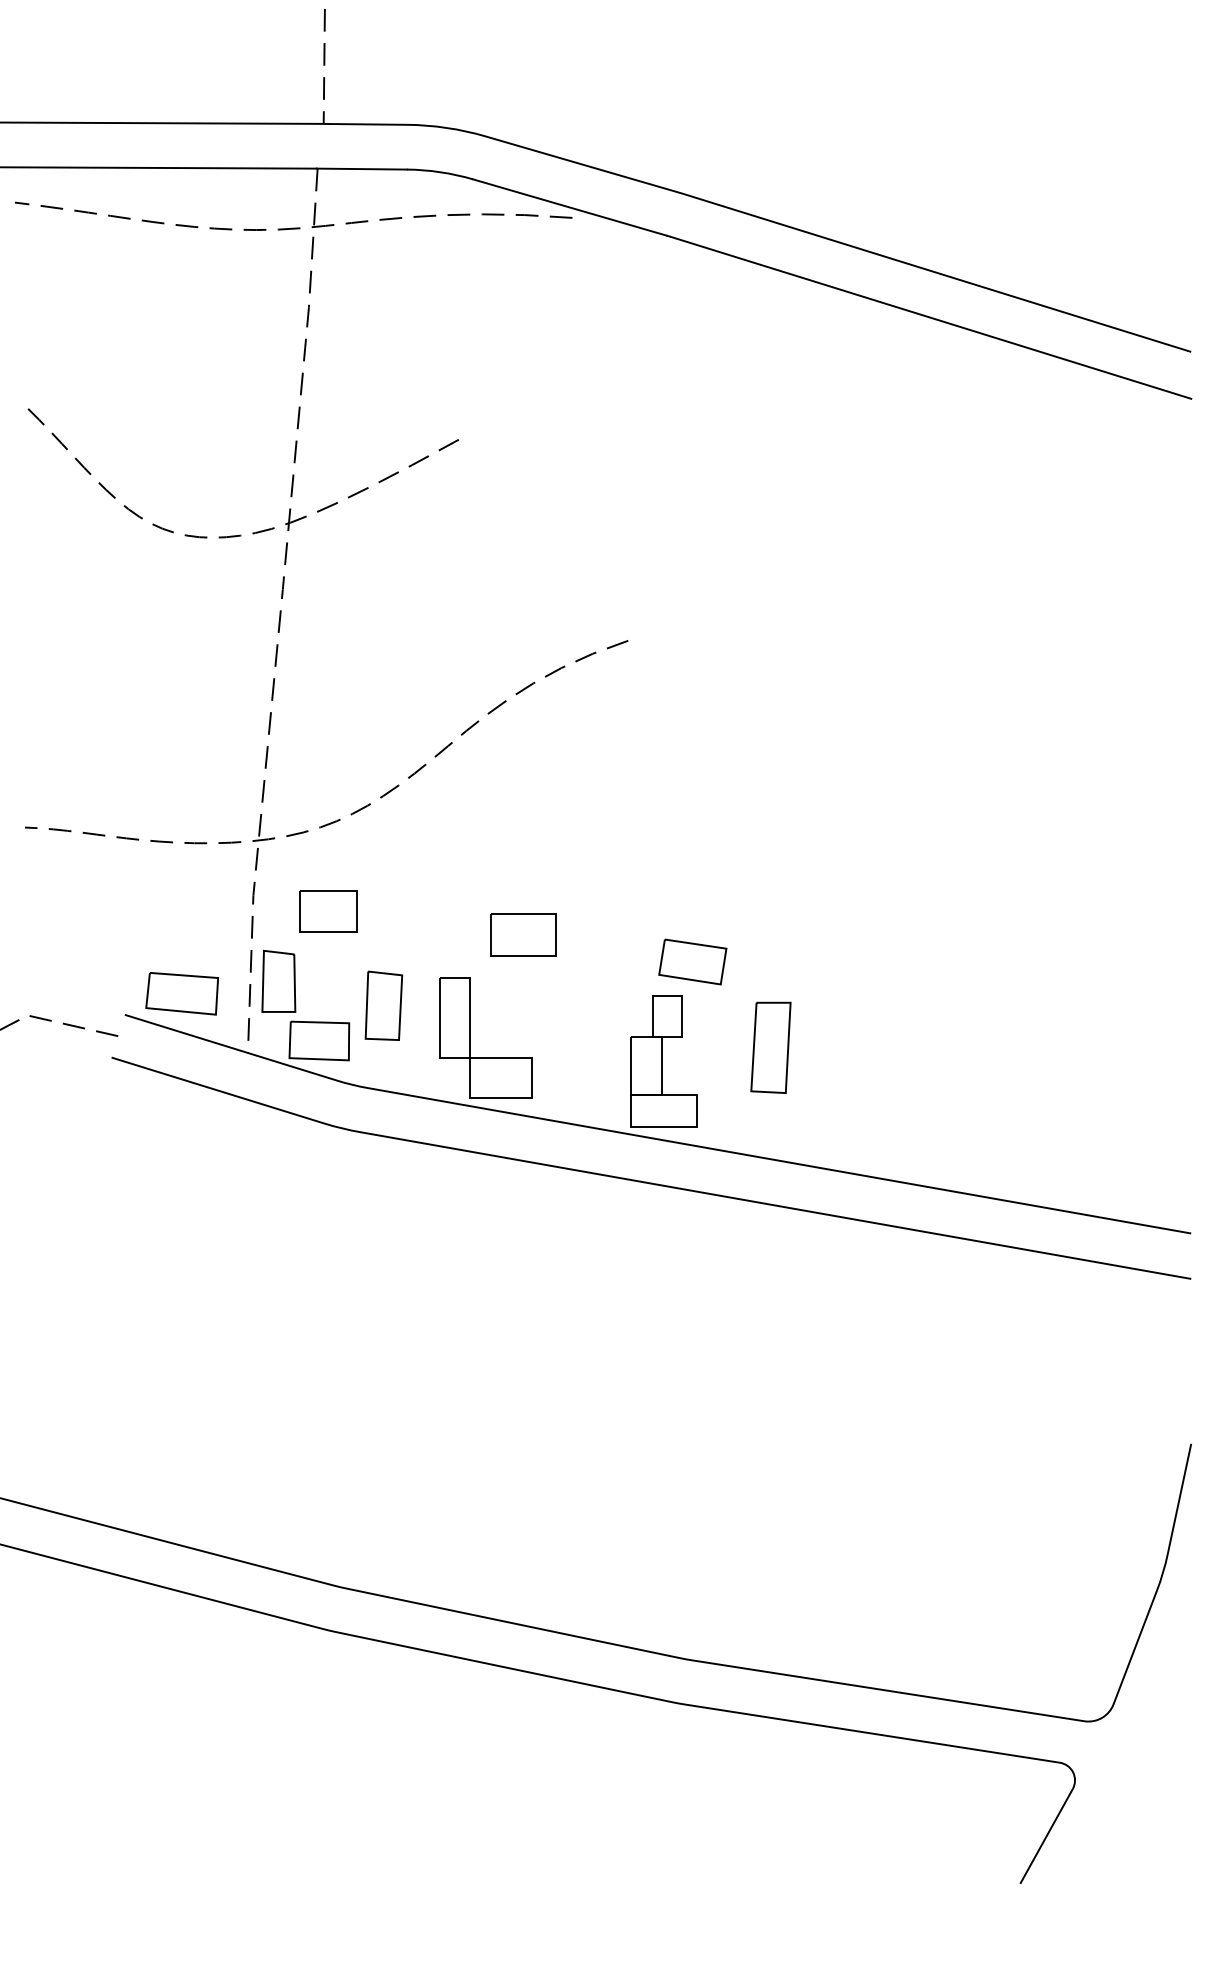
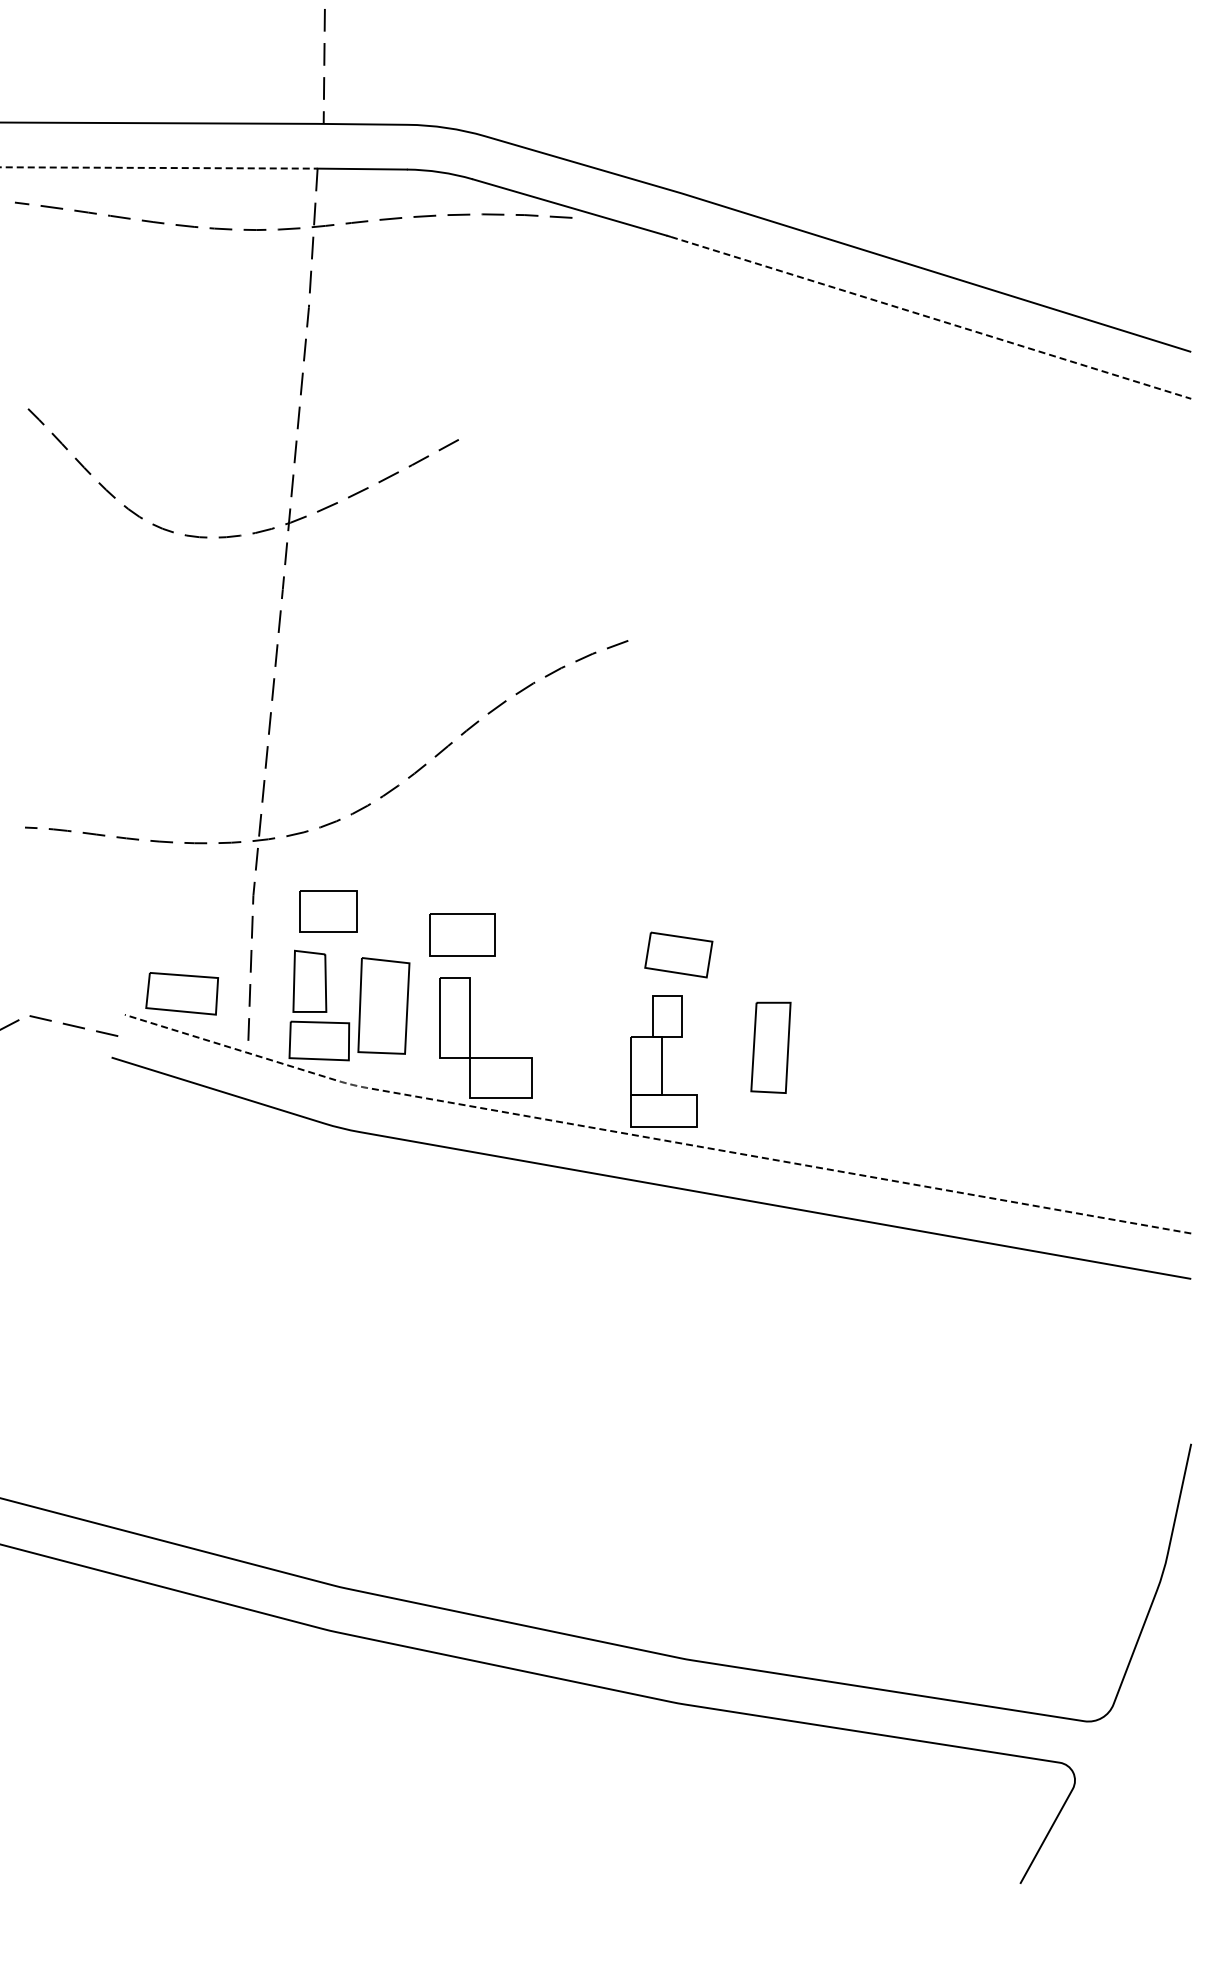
line at (158, 167): solid -> dashed
line at (931, 318): solid -> dashed
part at (523, 934) position: (523, 934) -> (462, 934)
part at (692, 961) position: (692, 961) -> (678, 954)
part at (278, 980) position: (278, 980) -> (309, 980)
part at (383, 1005) size: 40x71 px -> 54x98 px
line at (650, 1138): solid -> dashed
